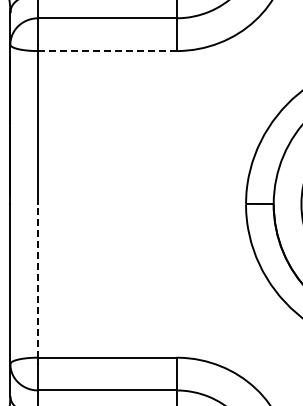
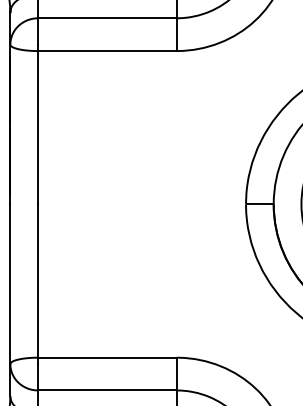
line at (106, 51): dashed -> solid
line at (38, 281): dashed -> solid
